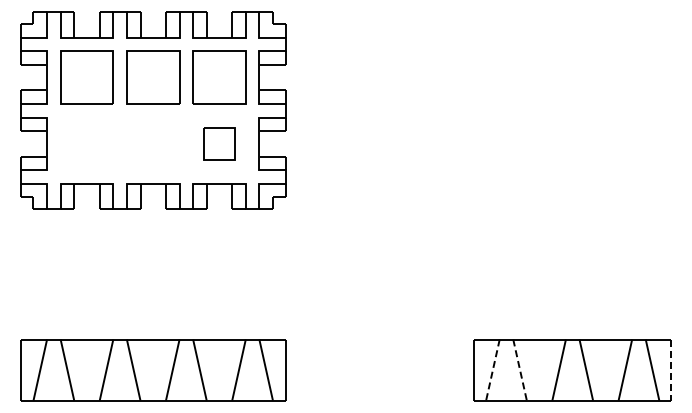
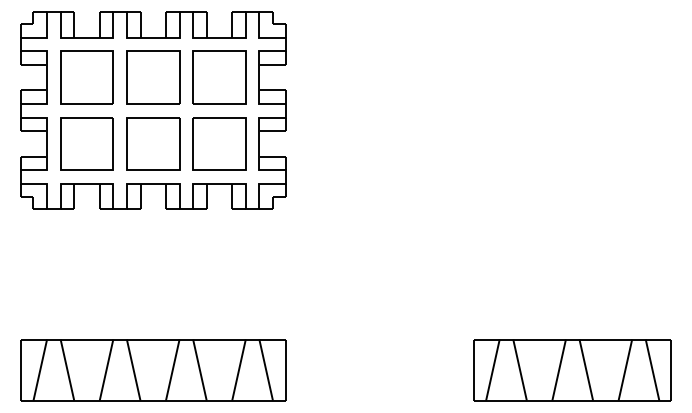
part at (86, 143): none -> present
part at (153, 143): none -> present
part at (219, 143) size: 33x34 px -> 55x54 px
line at (492, 370): dashed -> solid
line at (520, 370): dashed -> solid
line at (671, 370): dashed -> solid
